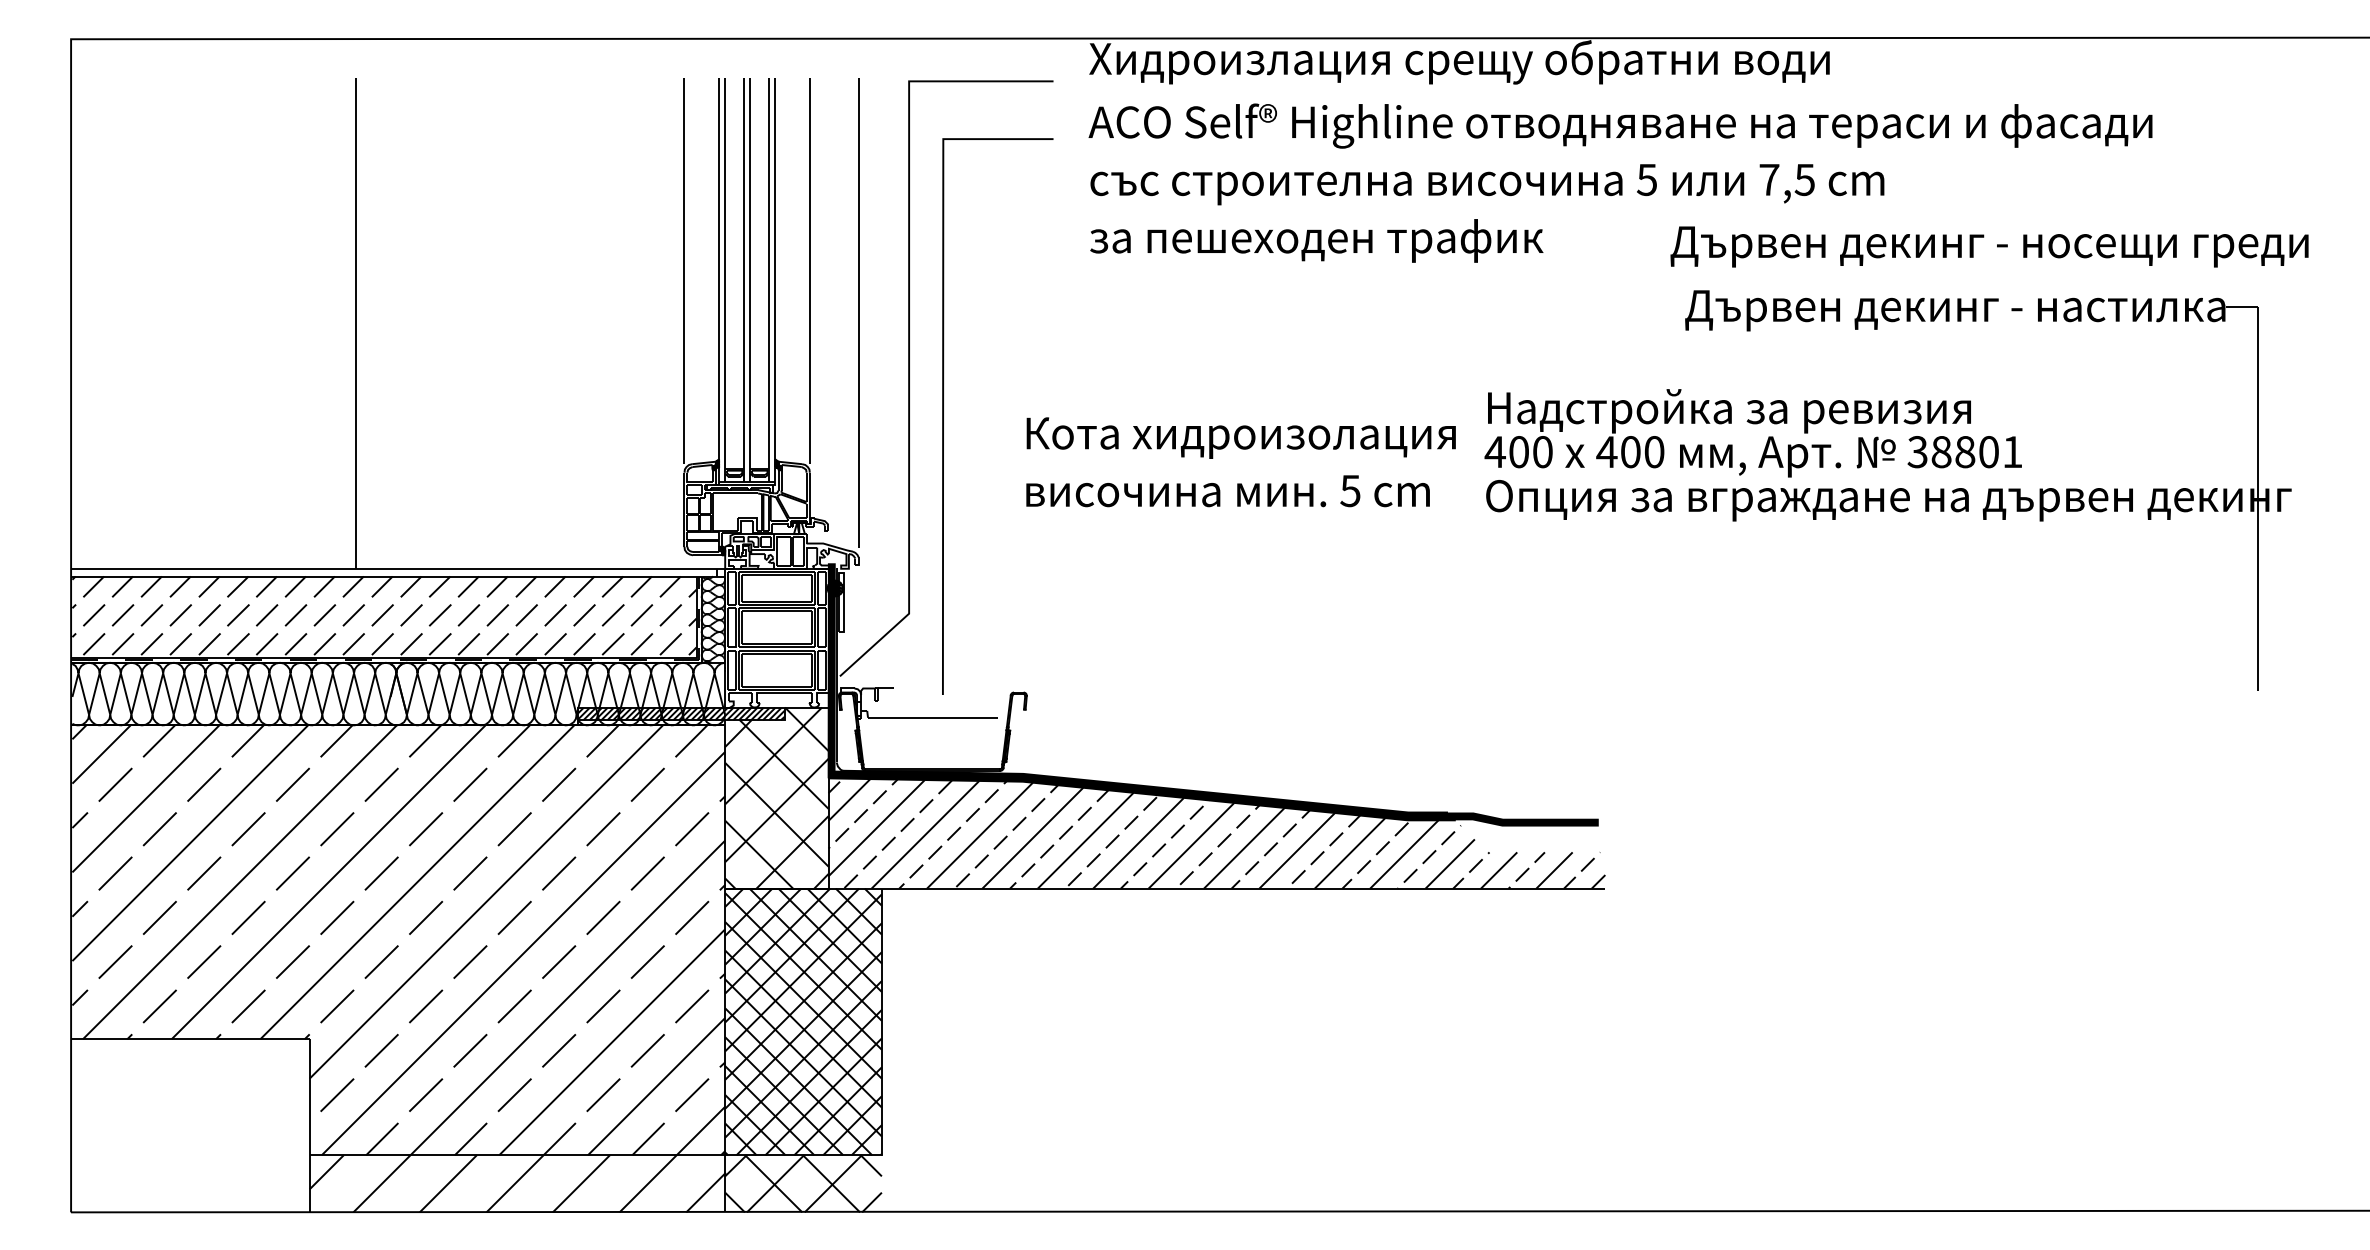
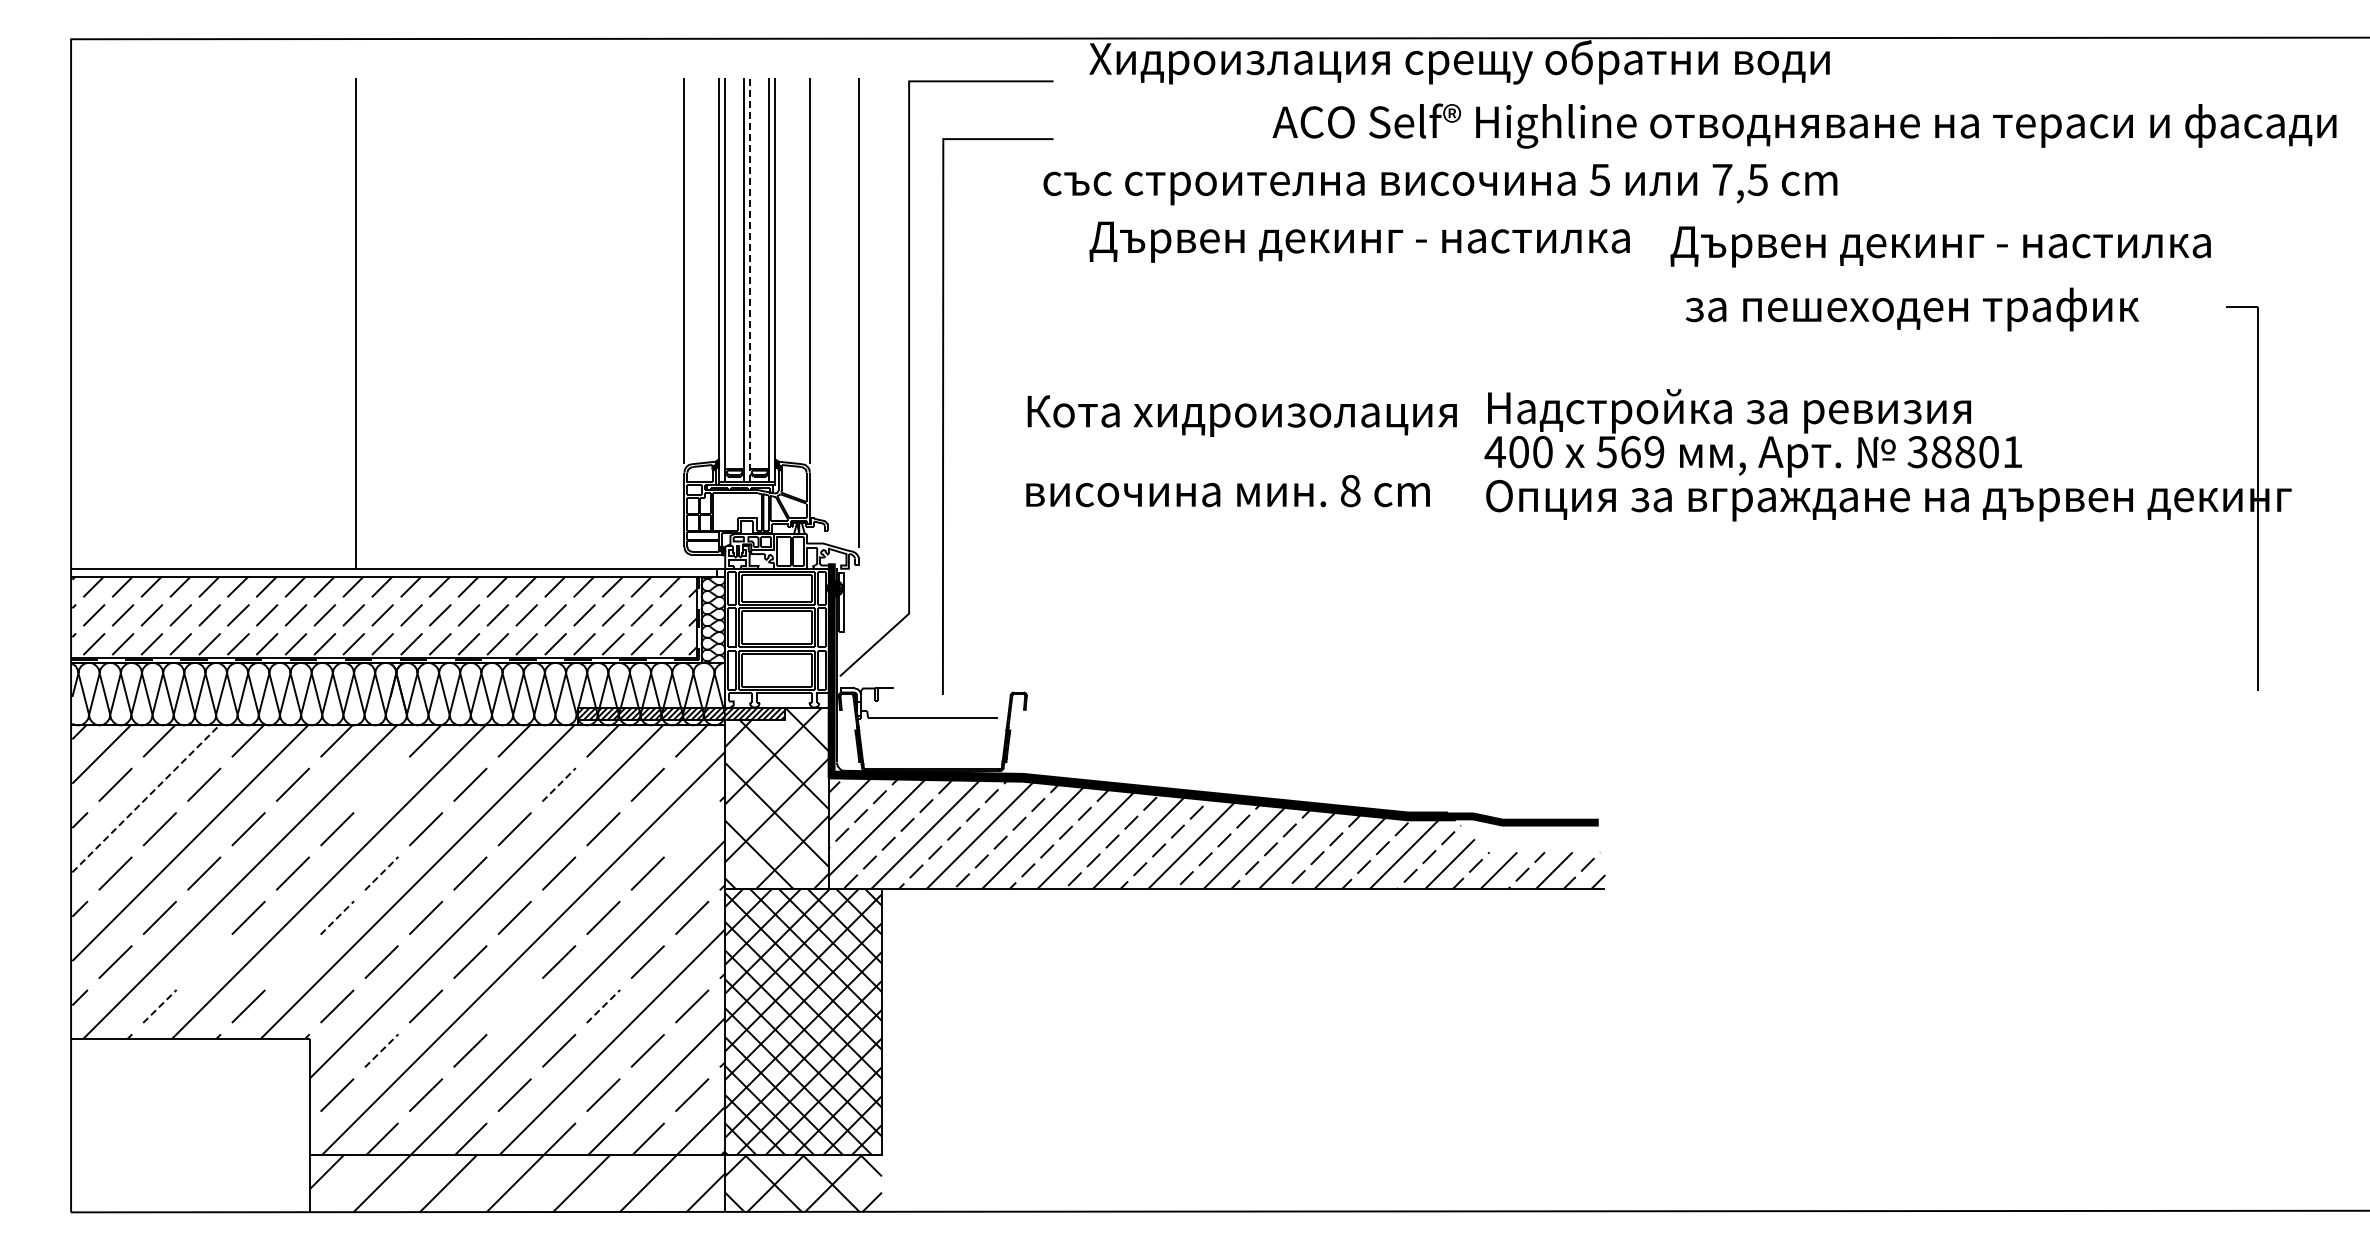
text at (1620, 125) position: (1620, 125) -> (1804, 125)
text at (1487, 184) position: (1487, 184) -> (1440, 184)
text at (1359, 240): за пешеходен трафик -> Дървен декинг - настилка
text at (2178, 250): Дървен декинг - носещи греди -> Дървен декинг - настилка
line at (750, 279): solid -> dashed
text at (1955, 309): Дървен декинг - настилка -> за пешеходен трафик
text at (1240, 437) position: (1240, 437) -> (1241, 415)
text at (1630, 452): 400 -> 569
text at (1350, 491): 5 -> 8
line at (381, 784): present -> none
line at (559, 784): solid -> dashed
line at (145, 798): solid -> dashed
line at (692, 829): present -> none
line at (381, 873): solid -> dashed
line at (337, 917): solid -> dashed
line at (204, 961): present -> none
line at (292, 961): present -> none
line at (160, 1006): solid -> dashed
line at (514, 1006): present -> none
line at (603, 1006): solid -> dashed
line at (382, 1050): solid -> dashed
